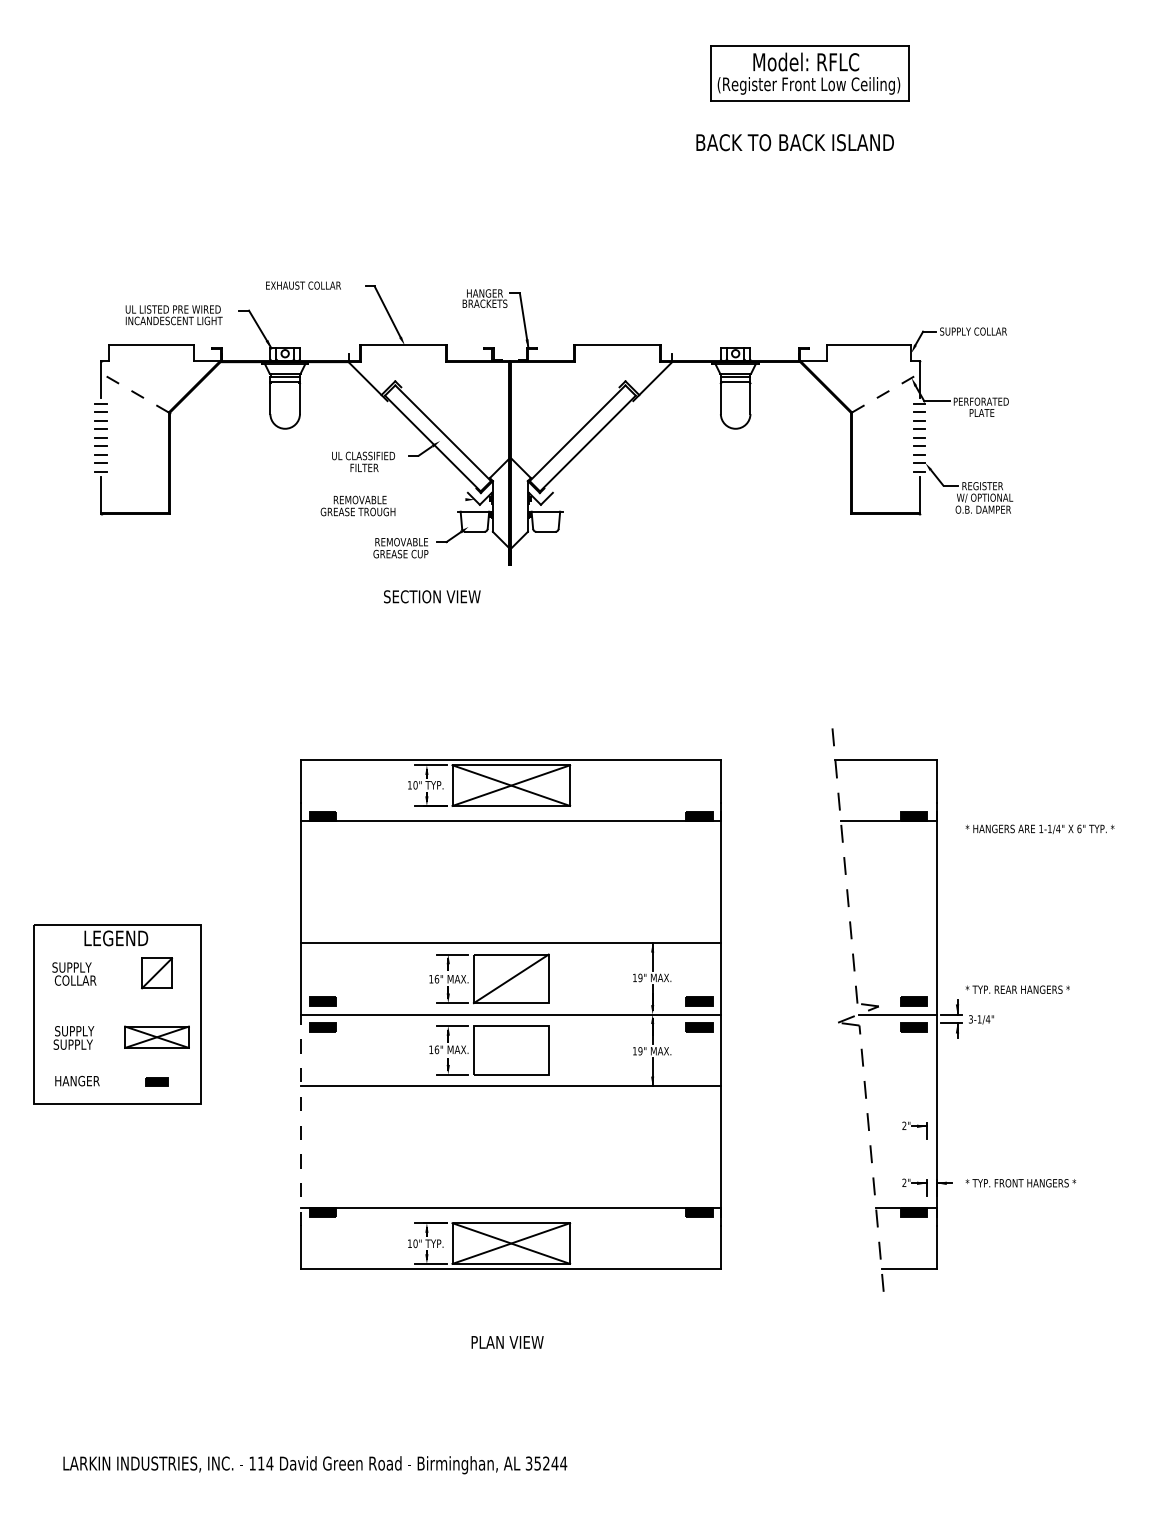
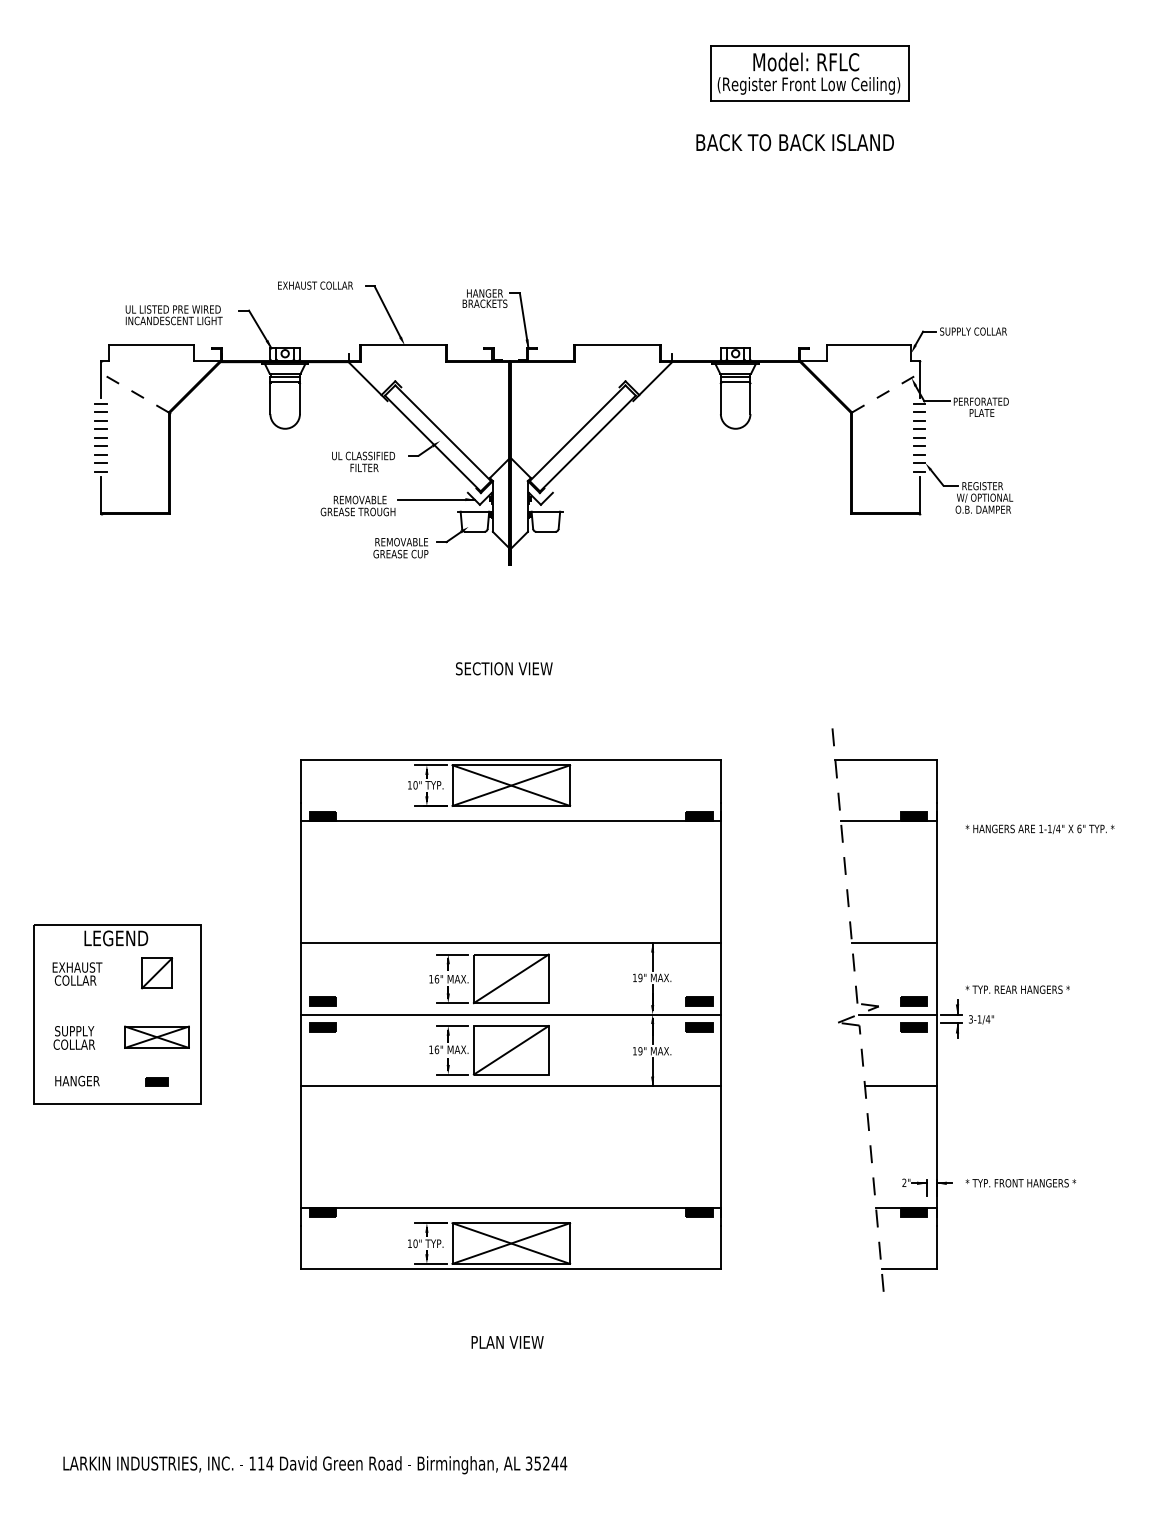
text at (303, 285) position: (303, 285) -> (315, 285)
line at (435, 499): none -> present
text at (432, 596) position: (432, 596) -> (504, 668)
line at (894, 943): none -> present
text at (77, 967): SUPPLY -> EXHAUST
text at (74, 1044): SUPPLY -> COLLAR
line at (510, 1050): none -> present
line at (900, 1086): none -> present
line at (301, 1120): dashed -> solid
part at (914, 1130): present -> none
